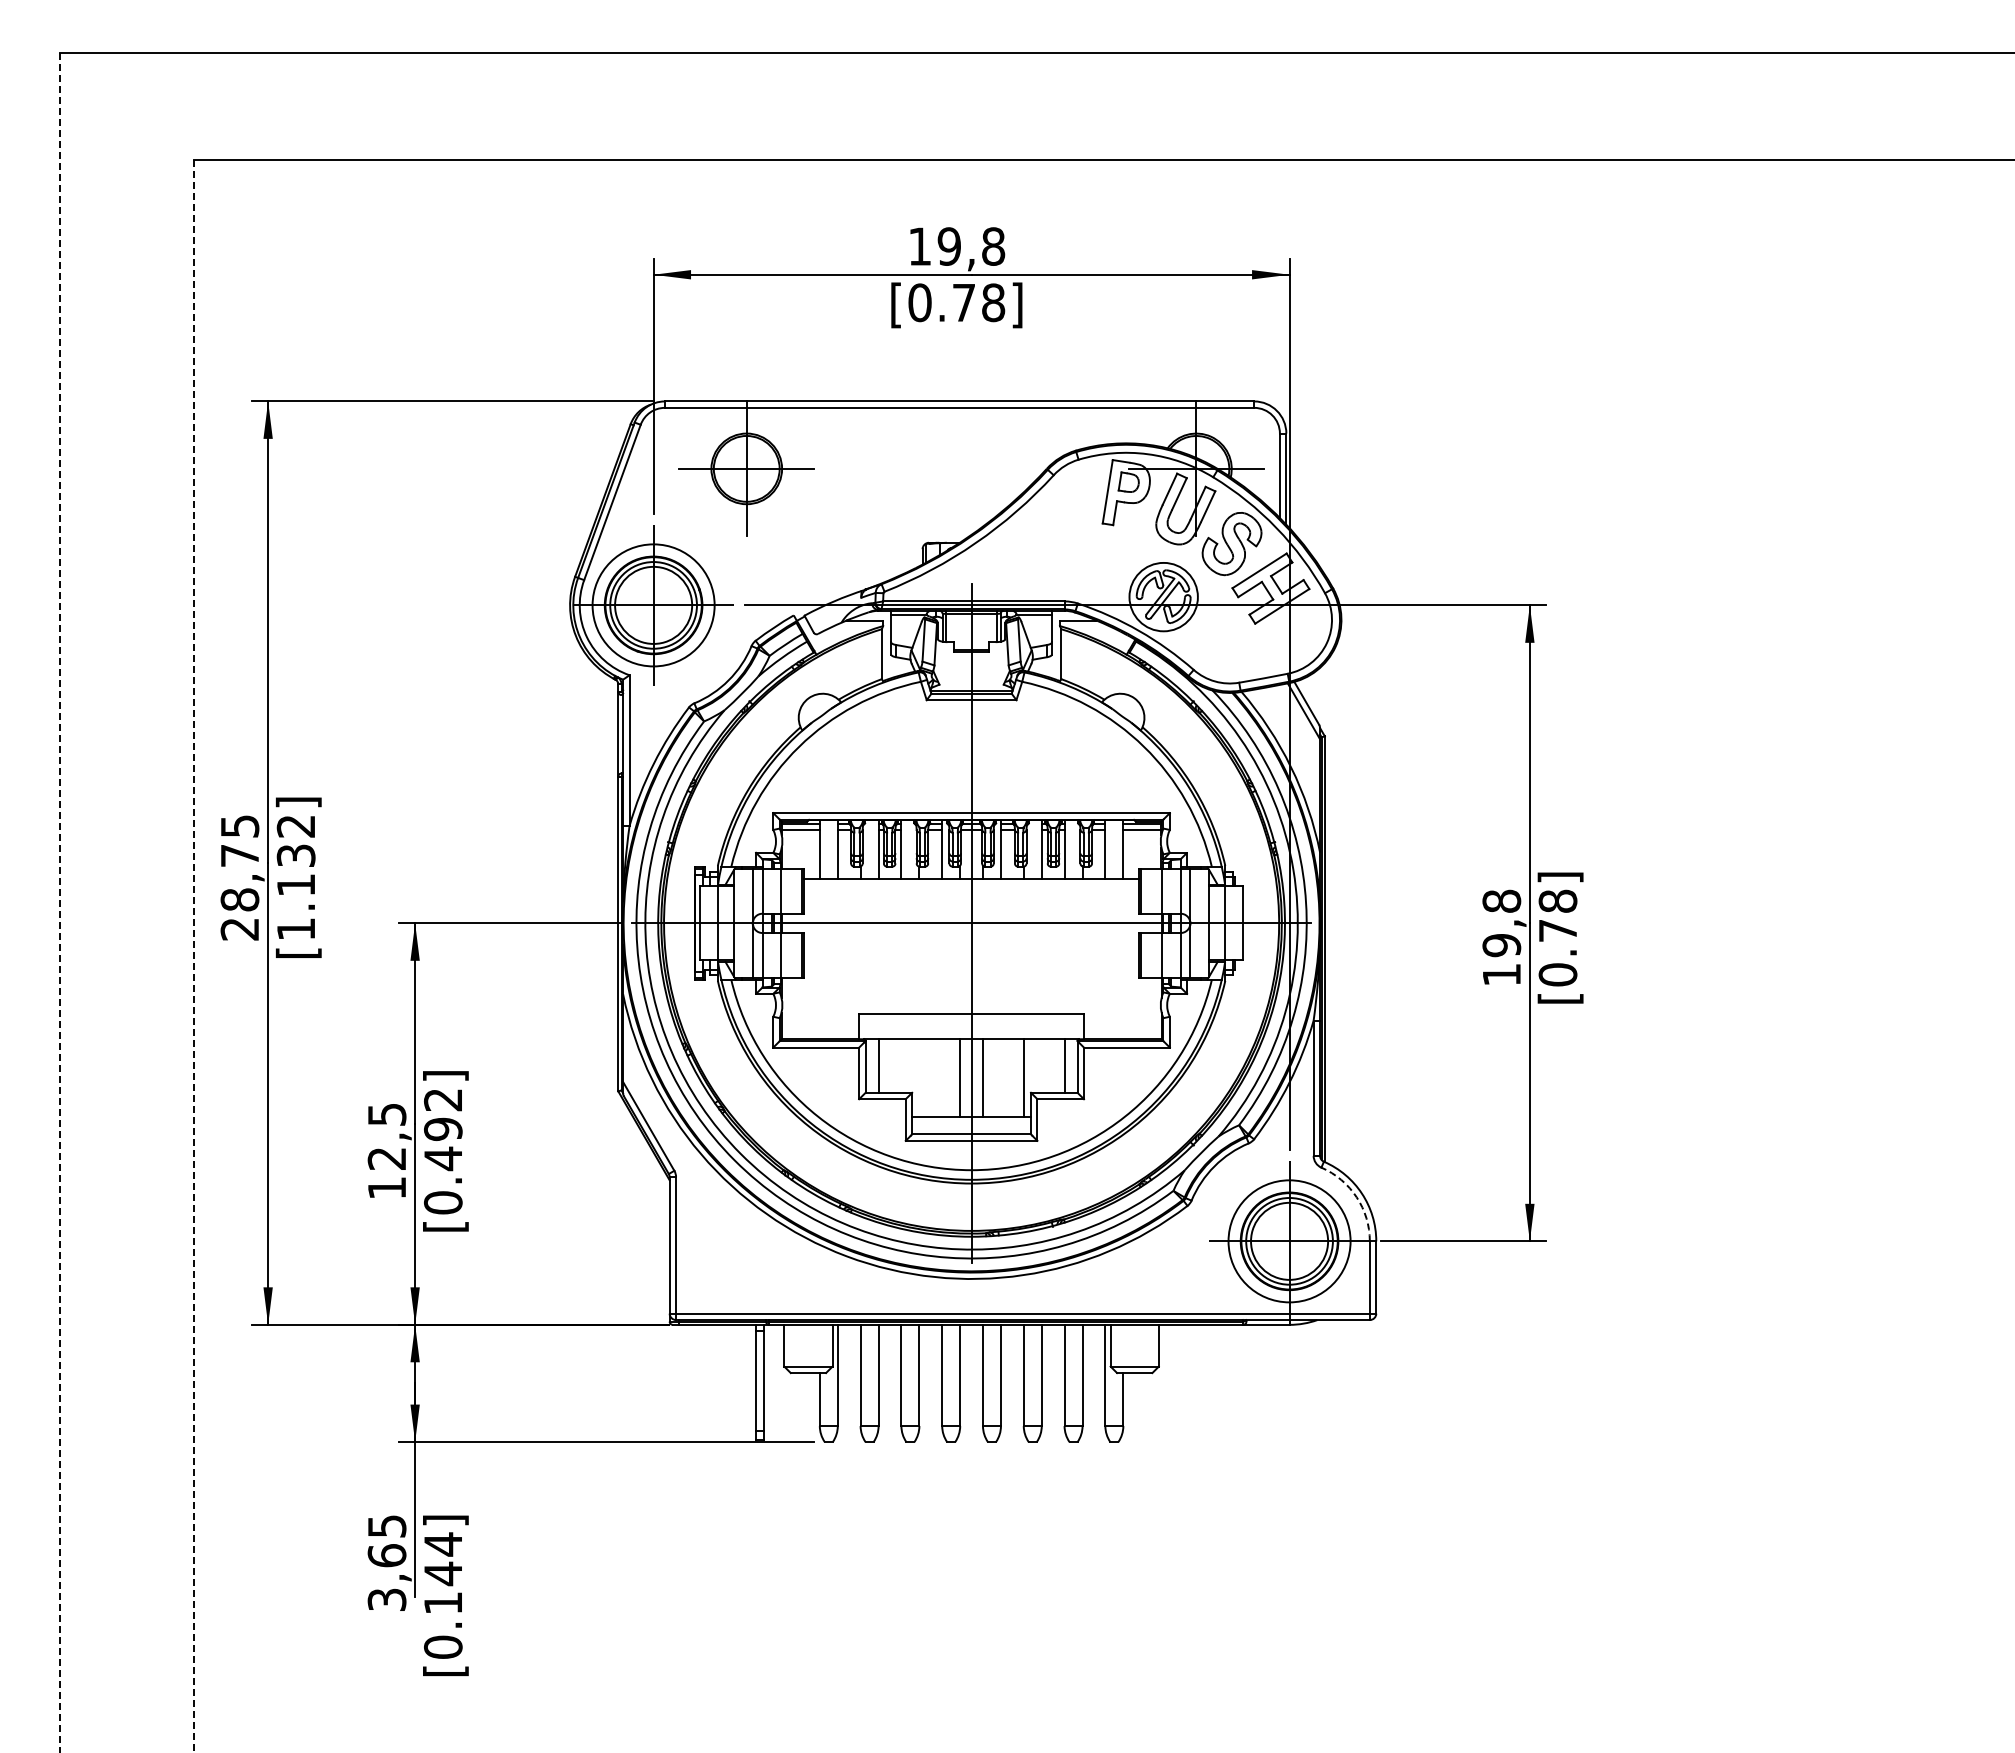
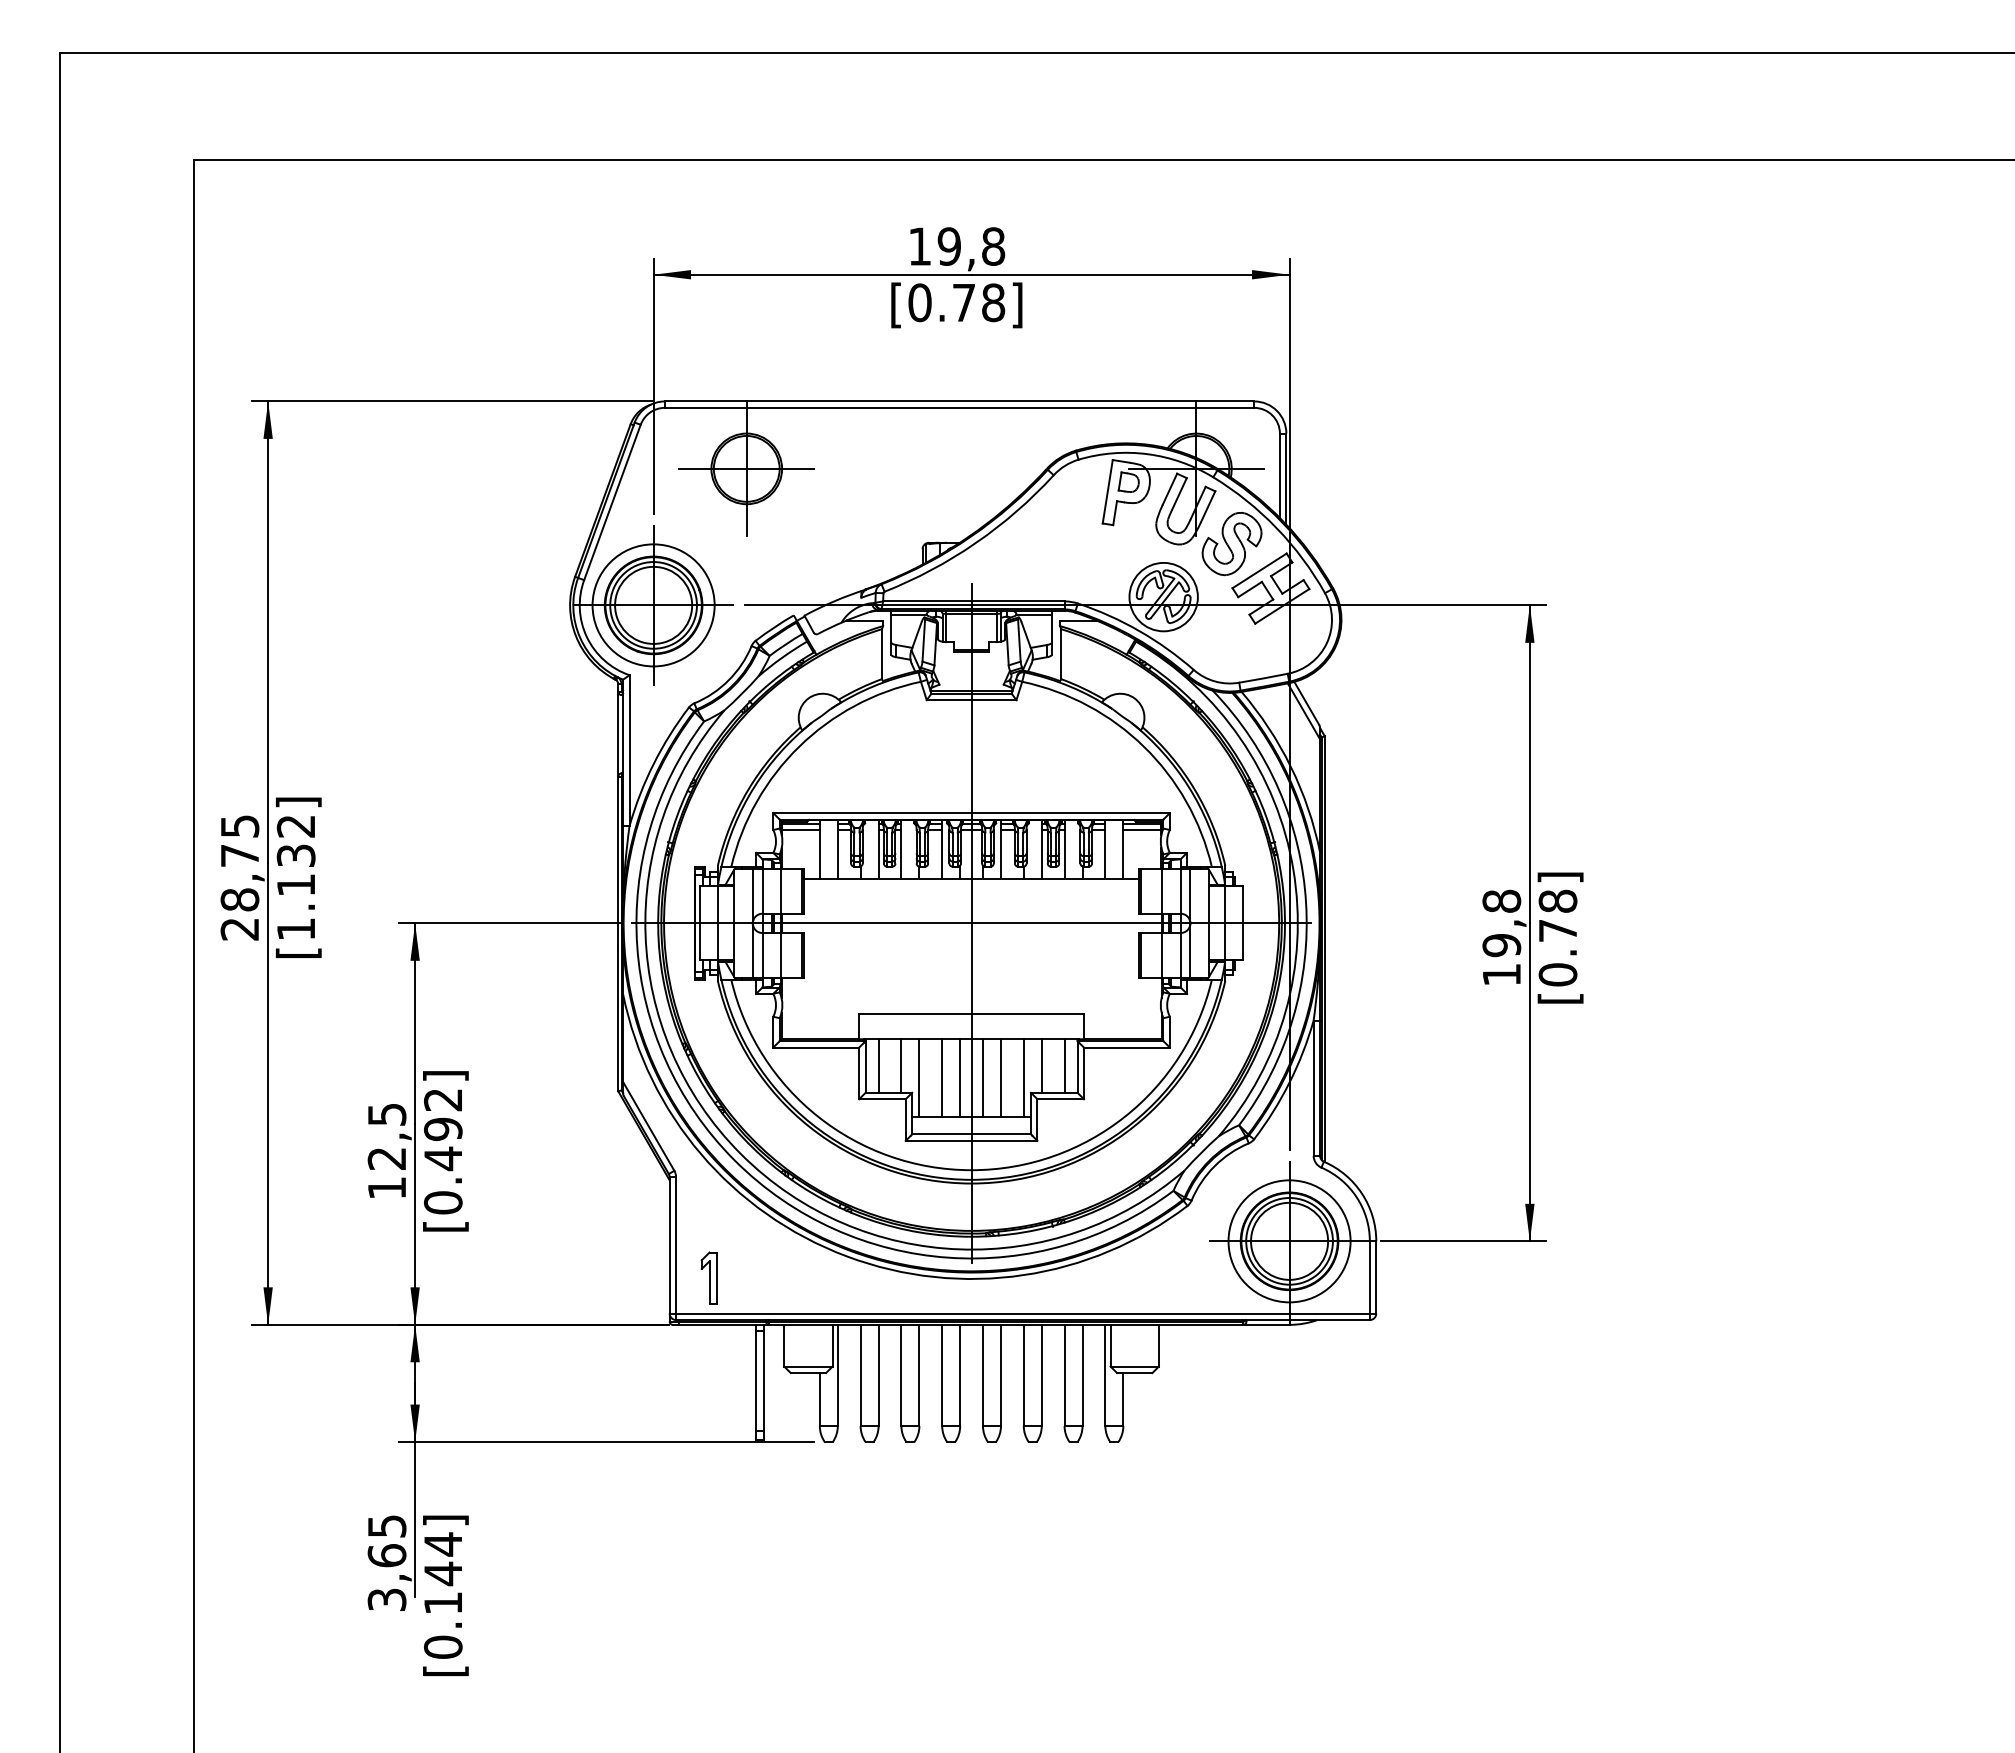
line at (60, 902): dashed -> solid
line at (194, 956): dashed -> solid
line at (901, 1065): none -> present
line at (1041, 1065): none -> present
line at (919, 1078): none -> present
line at (942, 1078): none -> present
line at (1000, 1078): none -> present
arc at (1356, 1197): dashed -> solid
part at (708, 1277): none -> present
